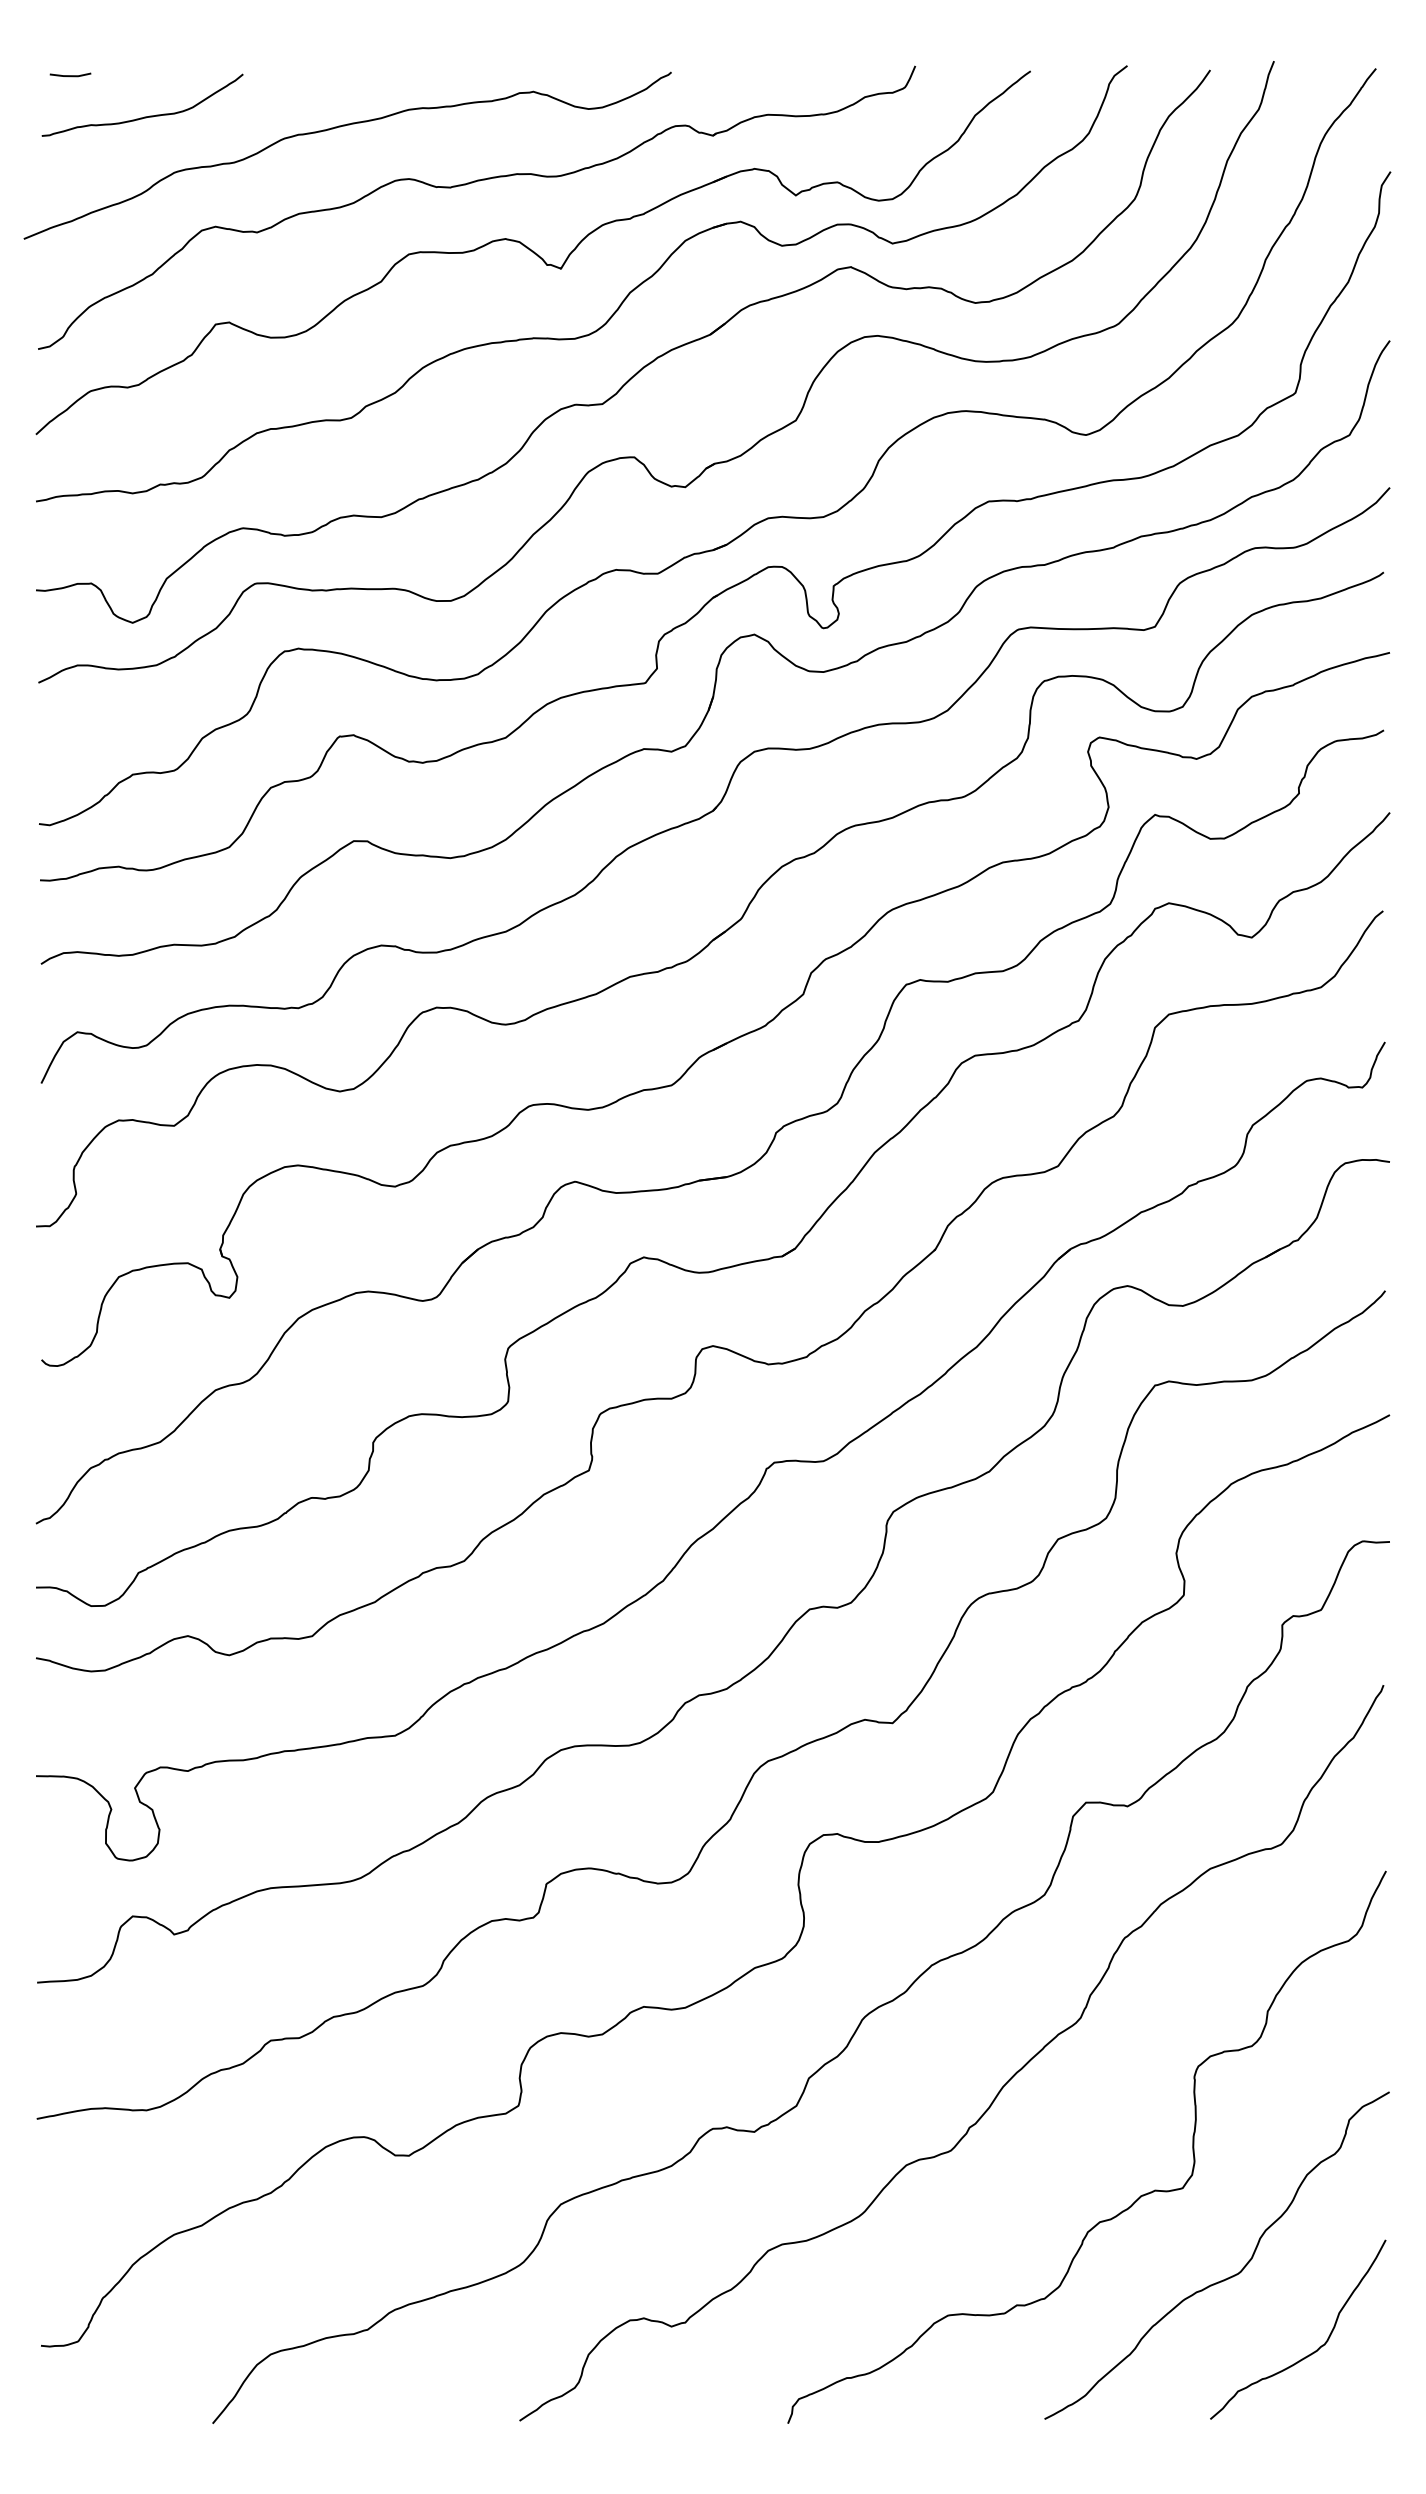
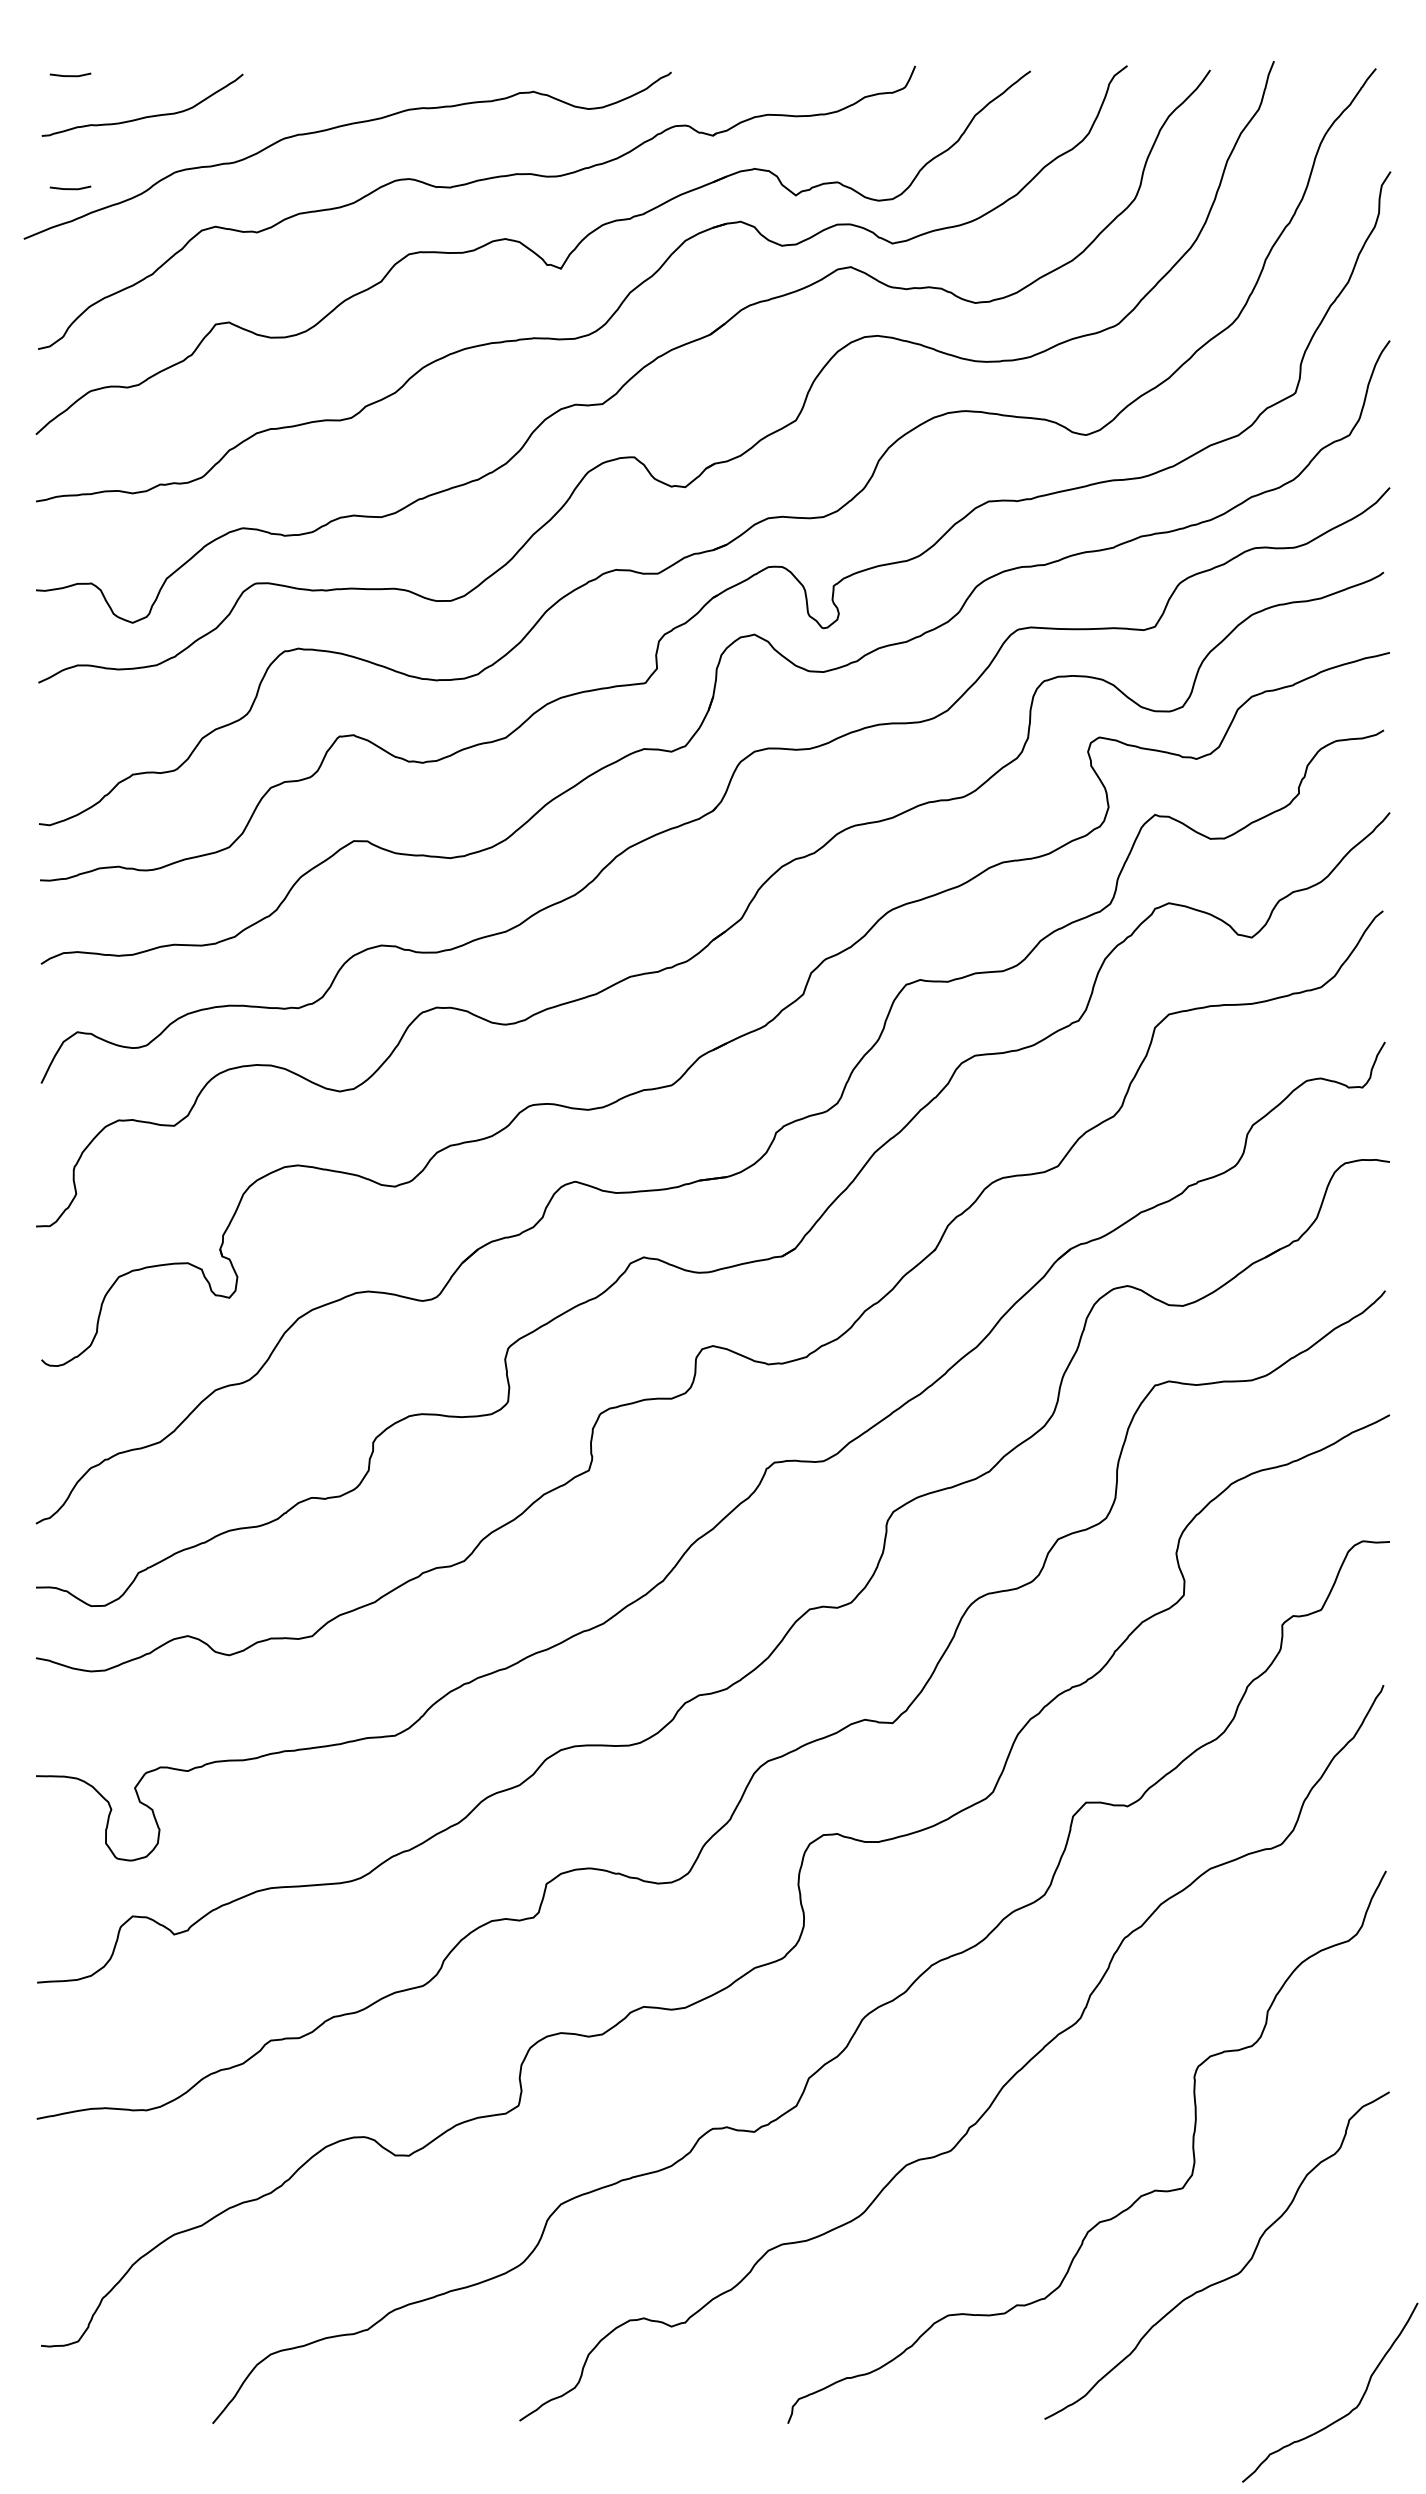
line at (70, 188): none -> present
curve at (1313, 2351) position: (1313, 2351) -> (1345, 2414)
